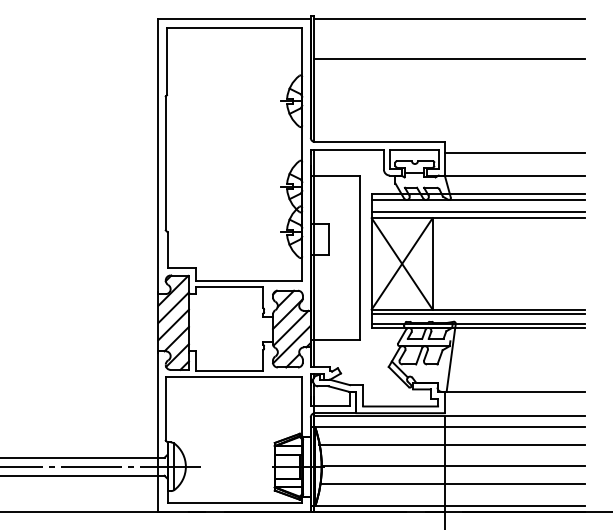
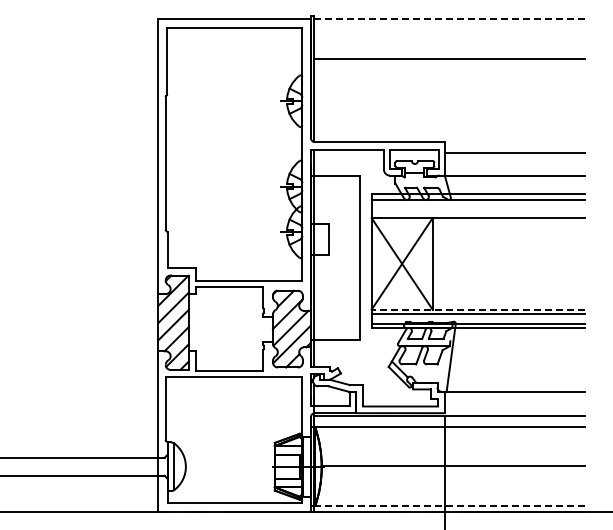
line at (449, 19): solid -> dashed
line at (478, 212): present -> none
line at (478, 309): solid -> dashed
line at (451, 444): present -> none
line at (101, 466): present -> none
line at (452, 484): present -> none
line at (447, 506): solid -> dashed
